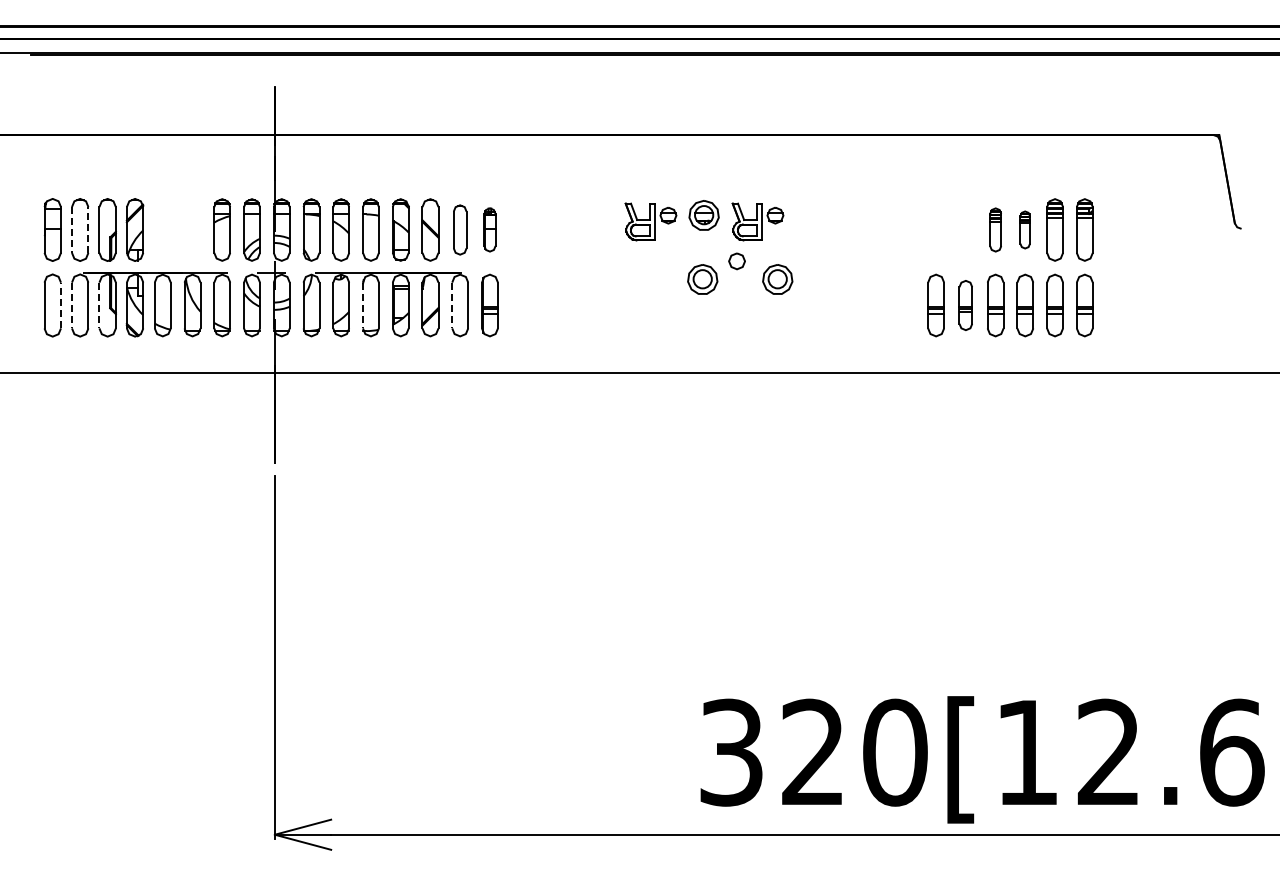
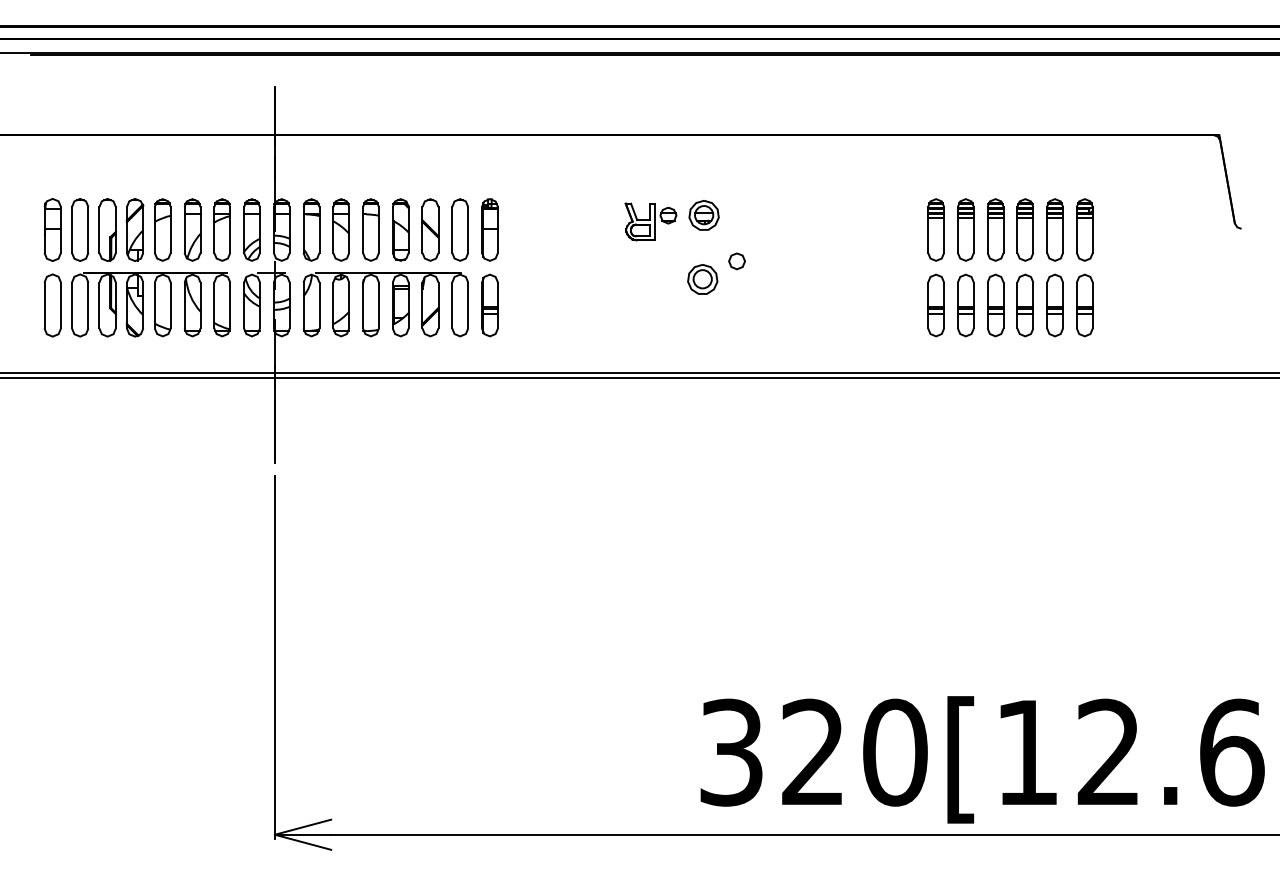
part at (757, 221): present -> none
part at (162, 229): none -> present
part at (192, 229): none -> present
part at (460, 229) size: 15x52 px -> 18x64 px
part at (489, 229) size: 14x46 px -> 18x64 px
part at (935, 229): none -> present
part at (965, 229): none -> present
part at (995, 229) size: 13x46 px -> 18x64 px
part at (1024, 229) size: 12x40 px -> 18x64 px
line at (71, 230): dashed -> solid
line at (88, 230): dashed -> solid
part at (777, 279): present -> none
line at (61, 305): dashed -> solid
line at (71, 305): dashed -> solid
line at (99, 305): dashed -> solid
line at (362, 305): dashed -> solid
line at (452, 305): dashed -> solid
part at (965, 305) size: 15x51 px -> 18x65 px
line at (639, 377): none -> present
